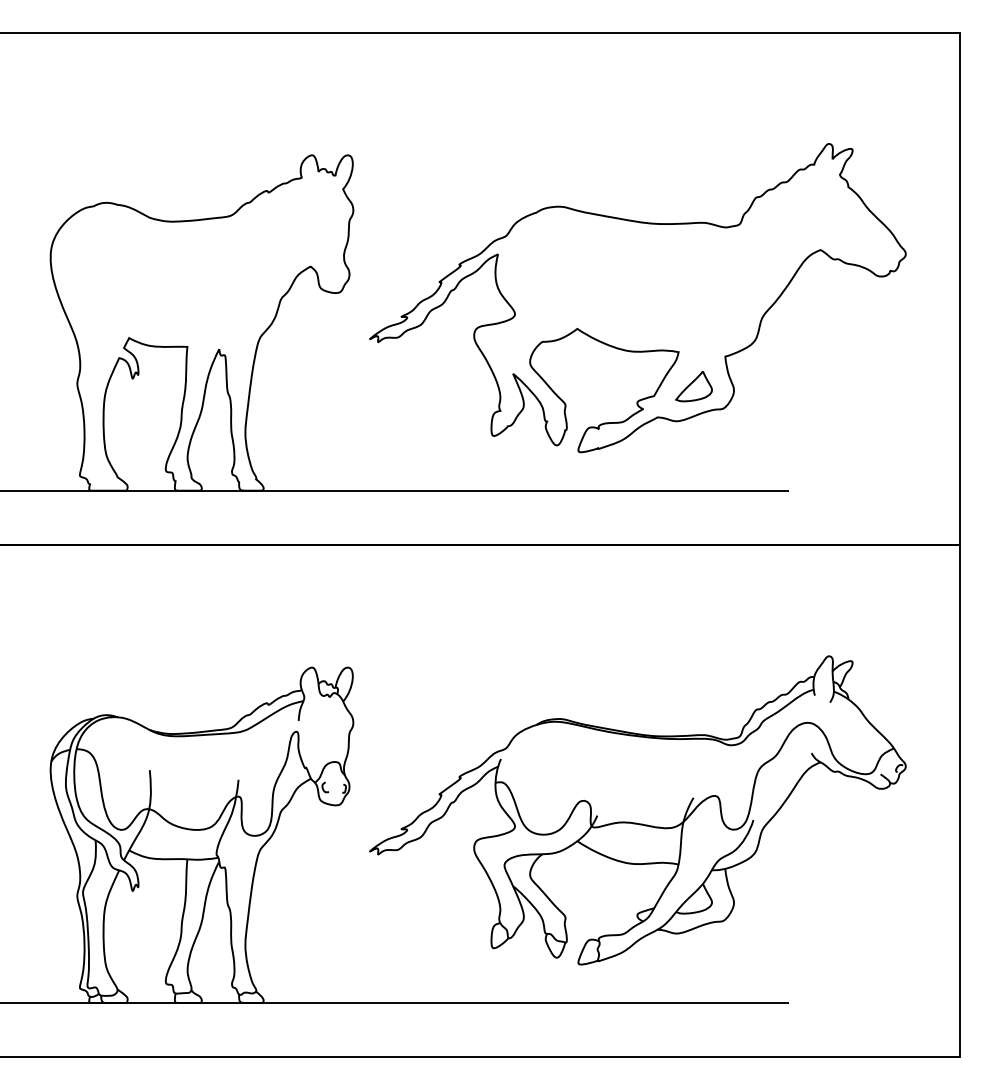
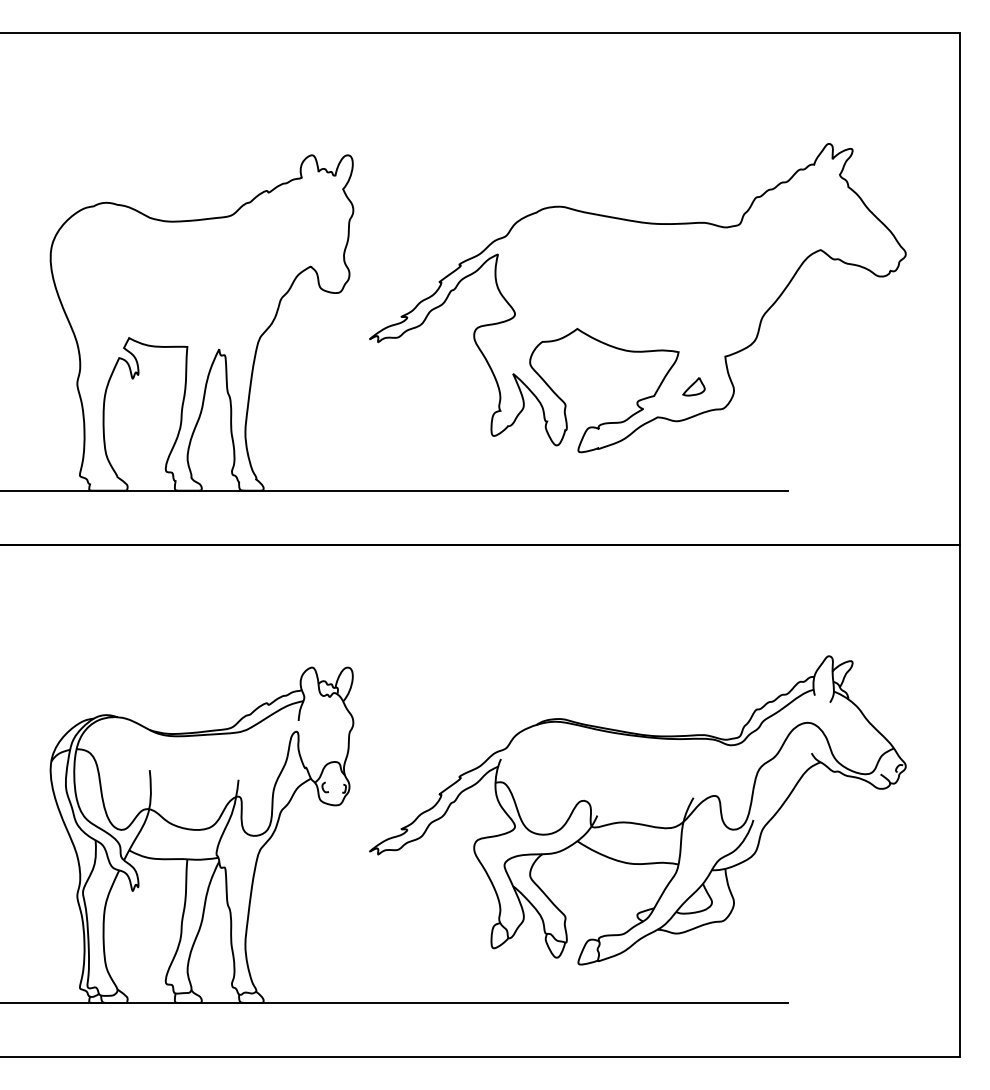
part at (693, 386) size: 38x32 px -> 24x20 px
